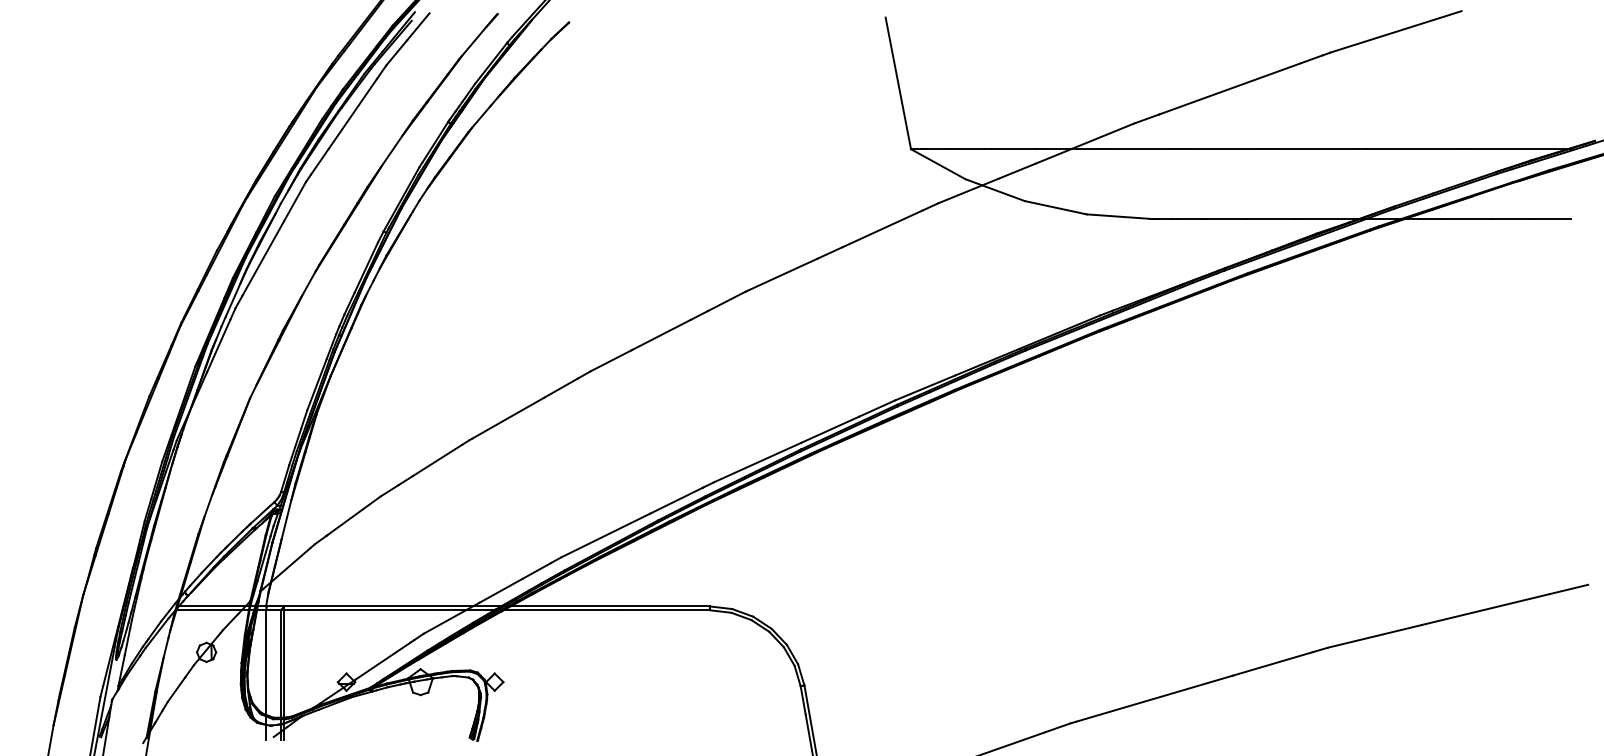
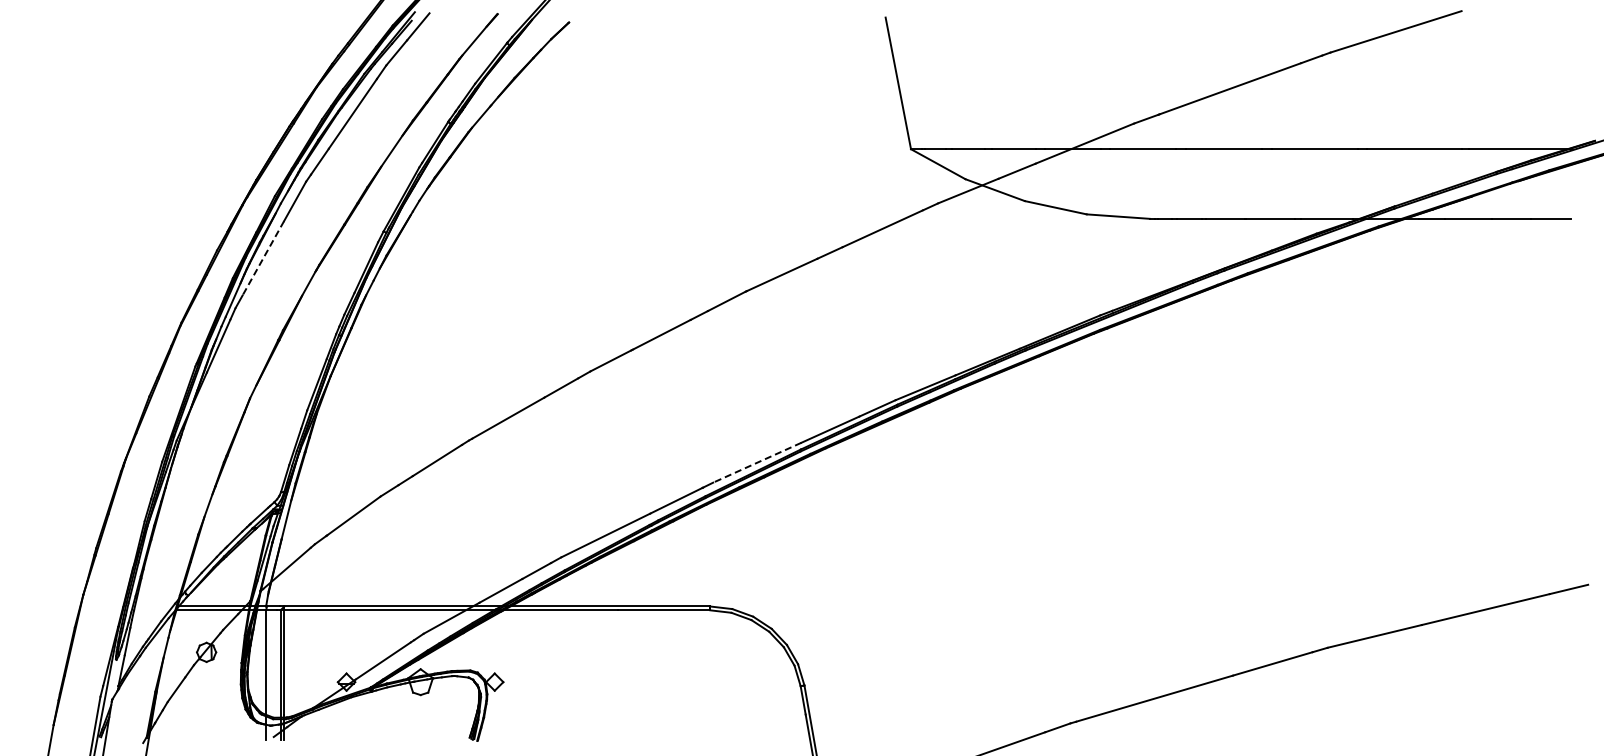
line at (263, 258): solid -> dashed
line at (756, 462): solid -> dashed
